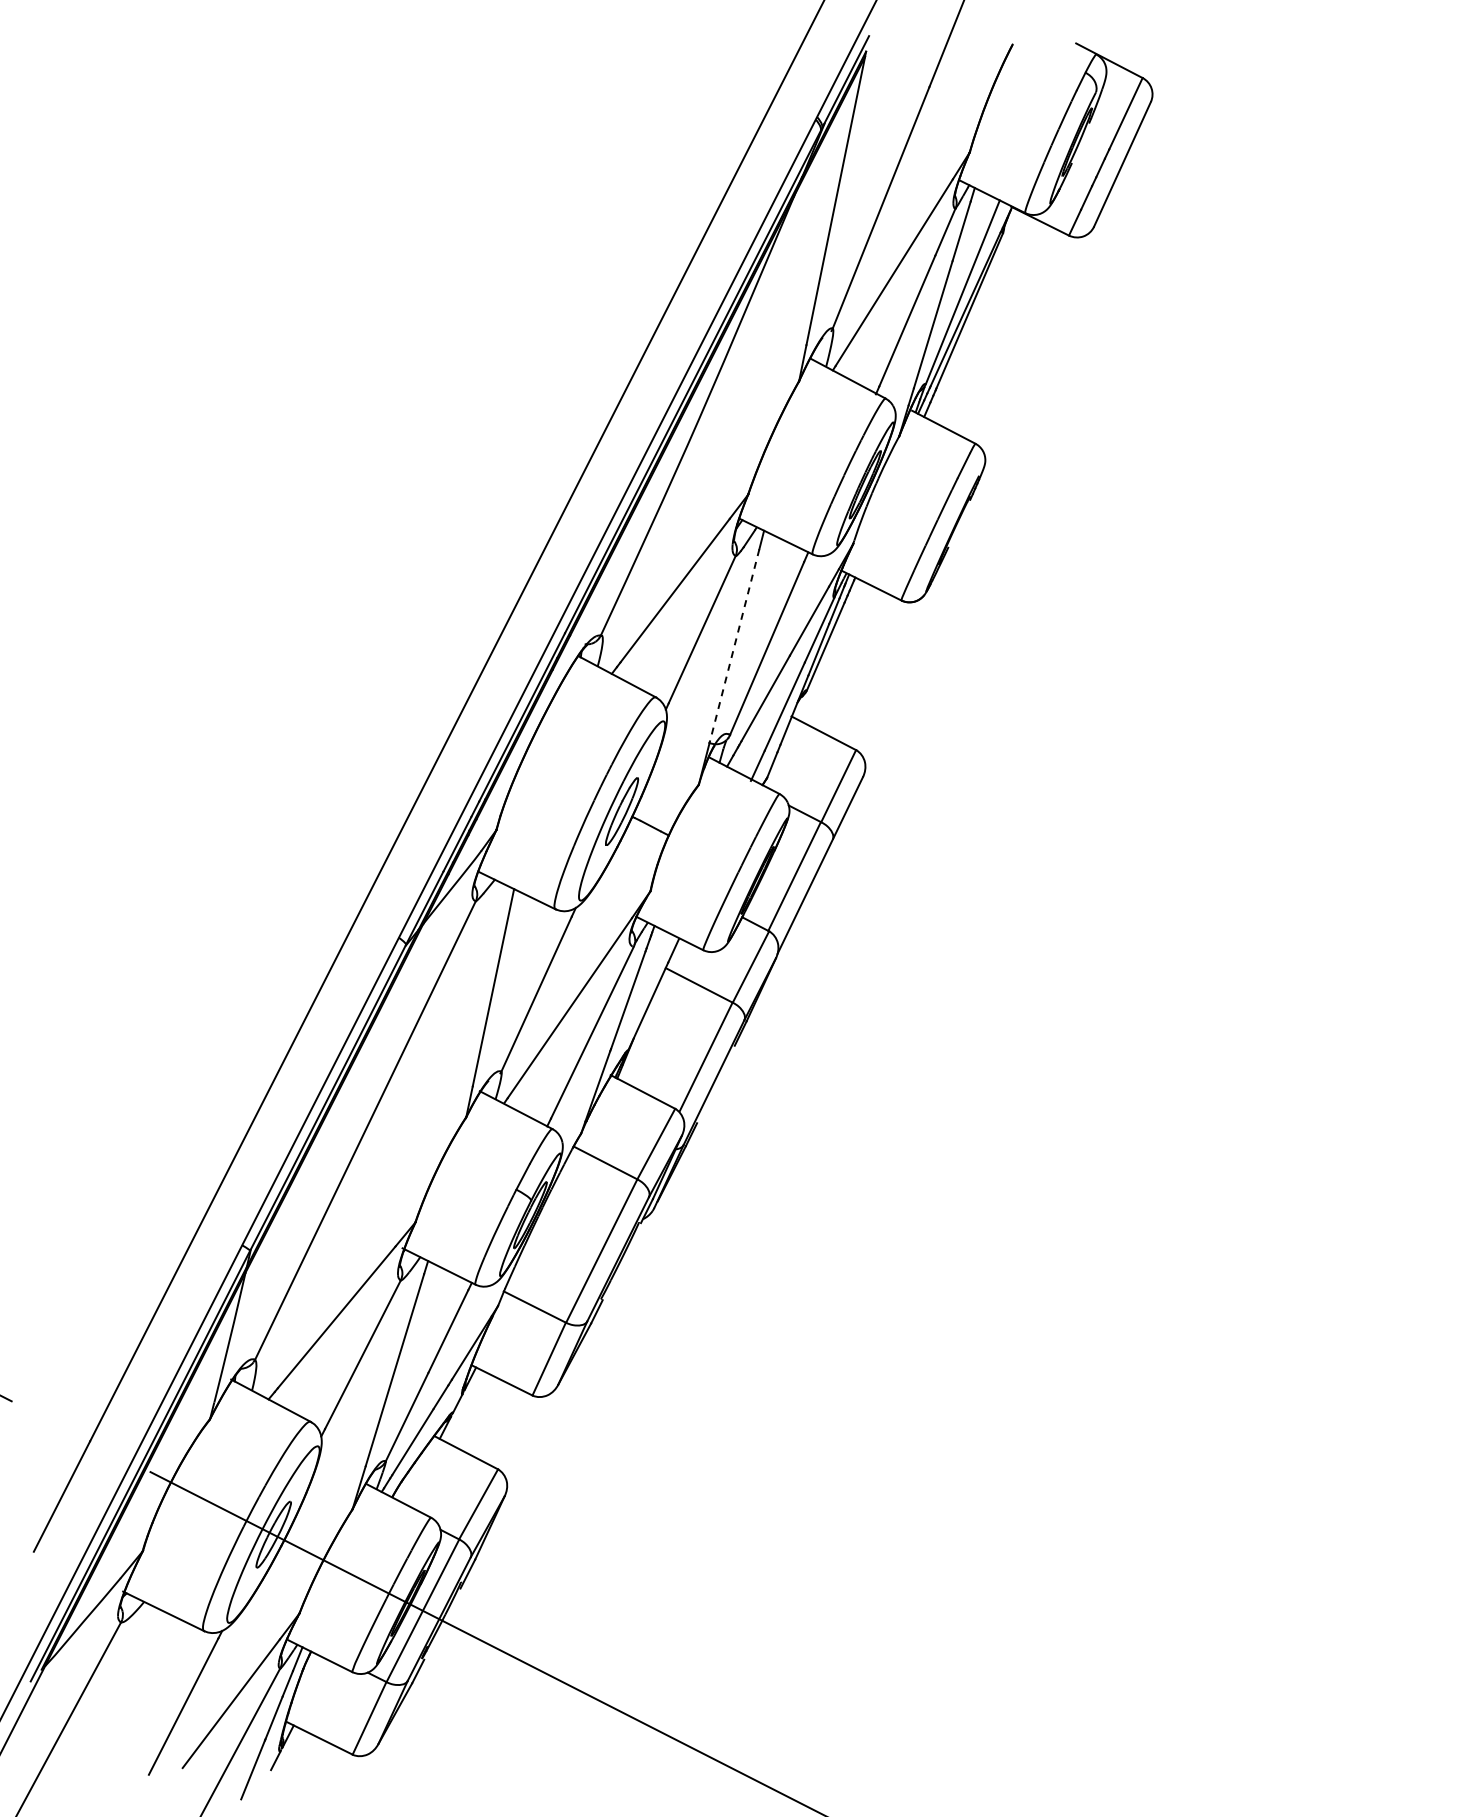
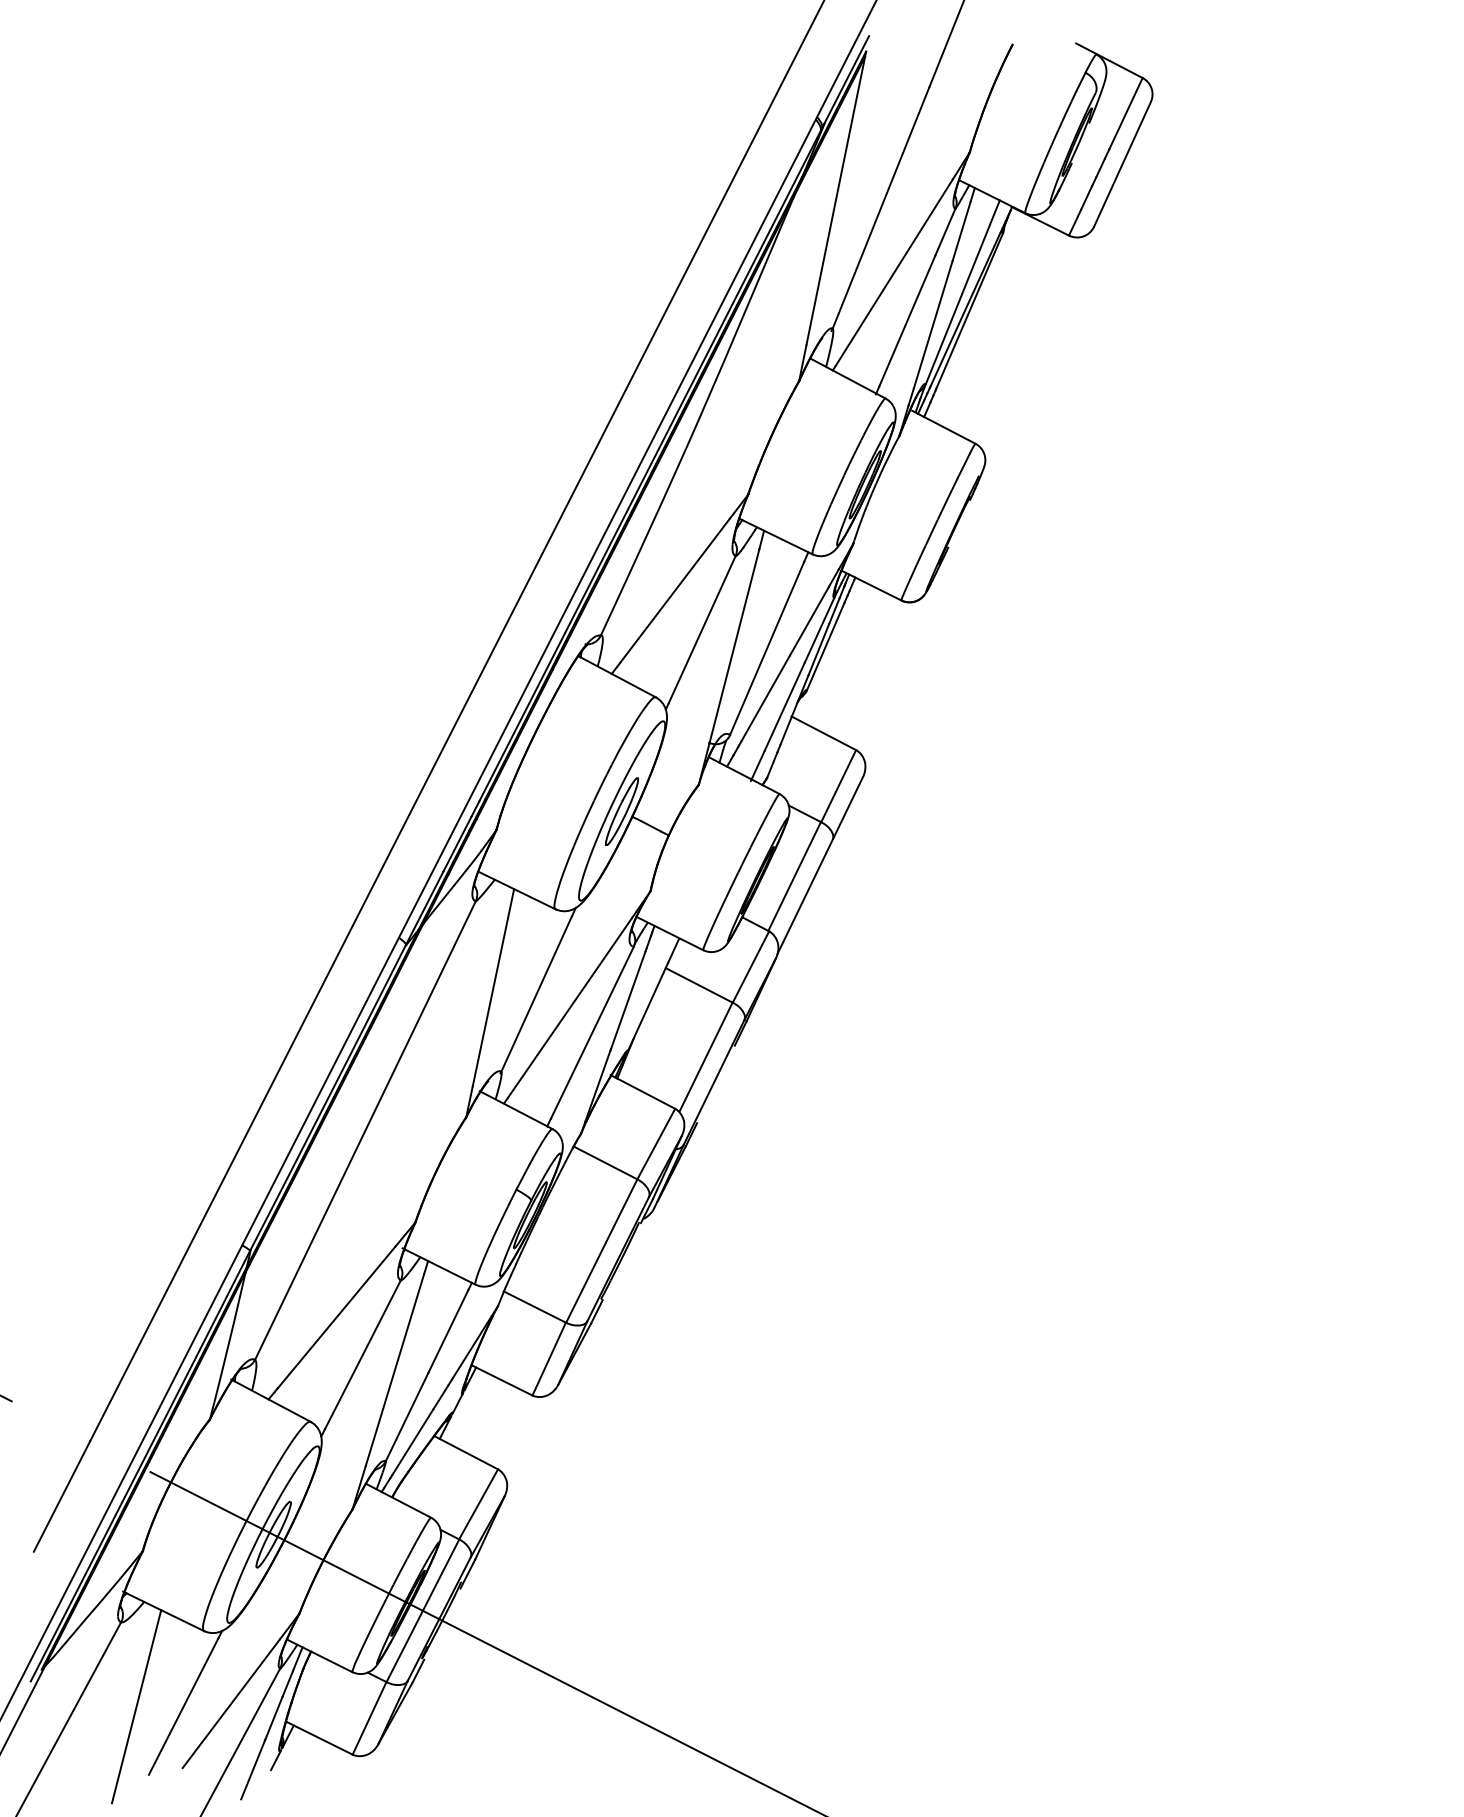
line at (734, 647): dashed -> solid
line at (136, 1706): none -> present
